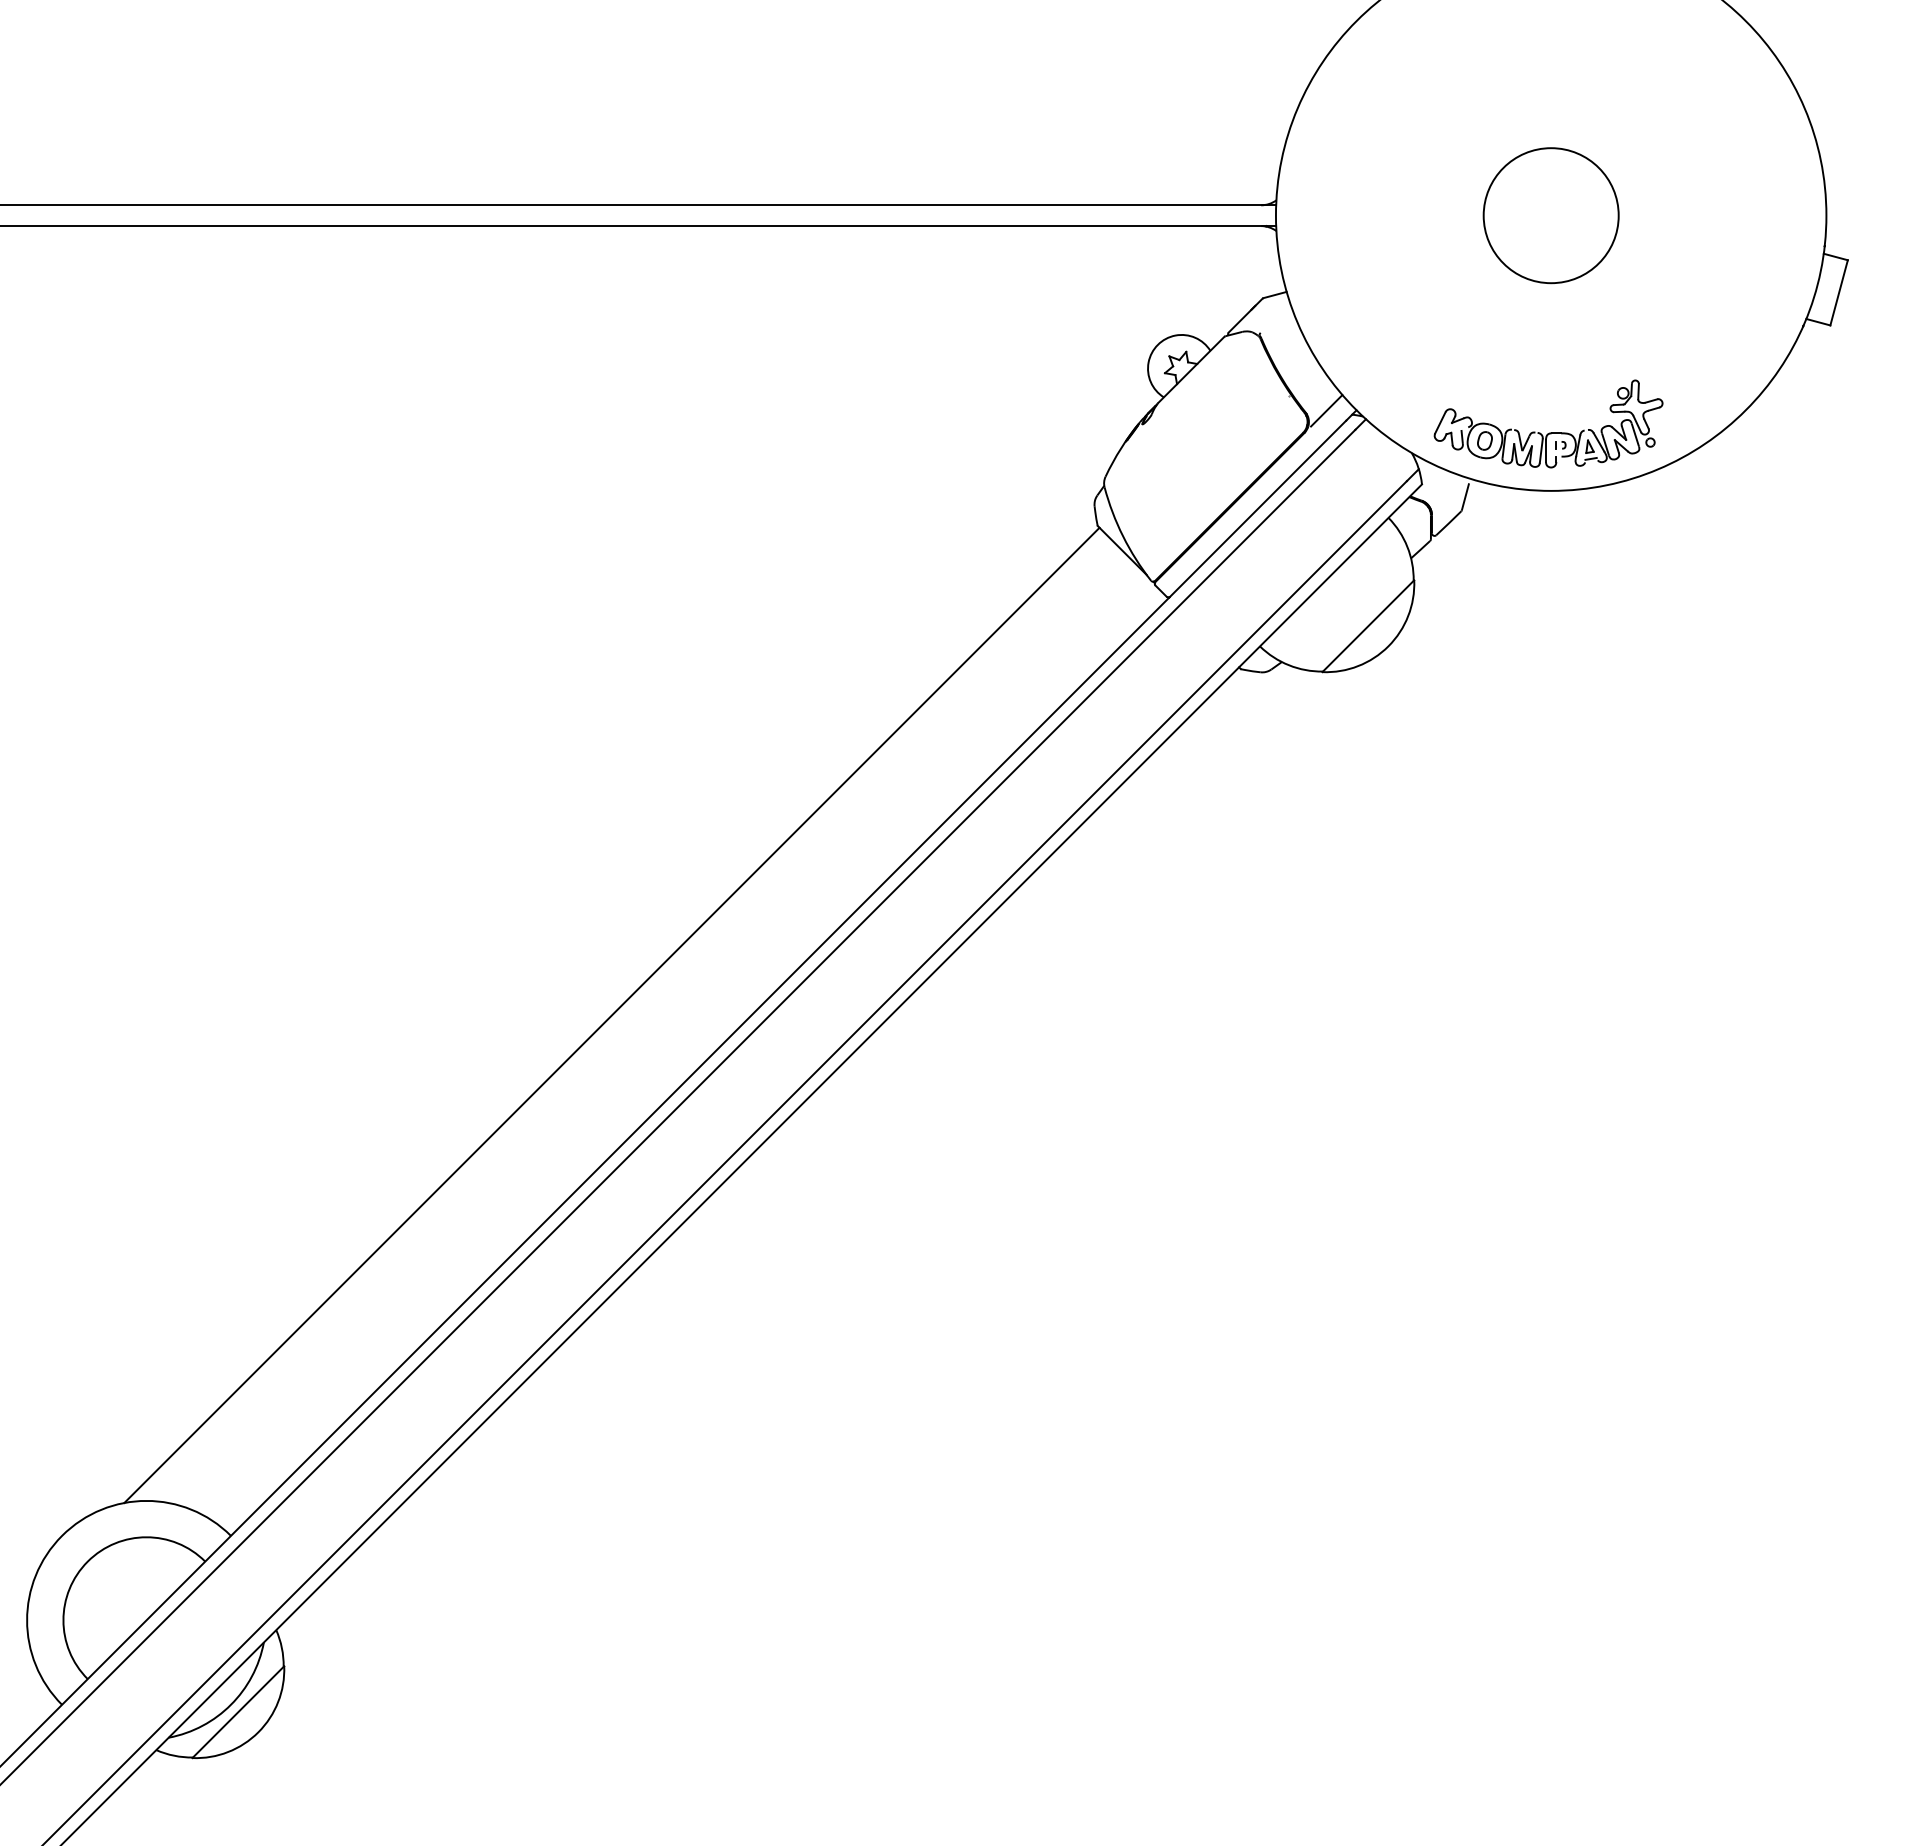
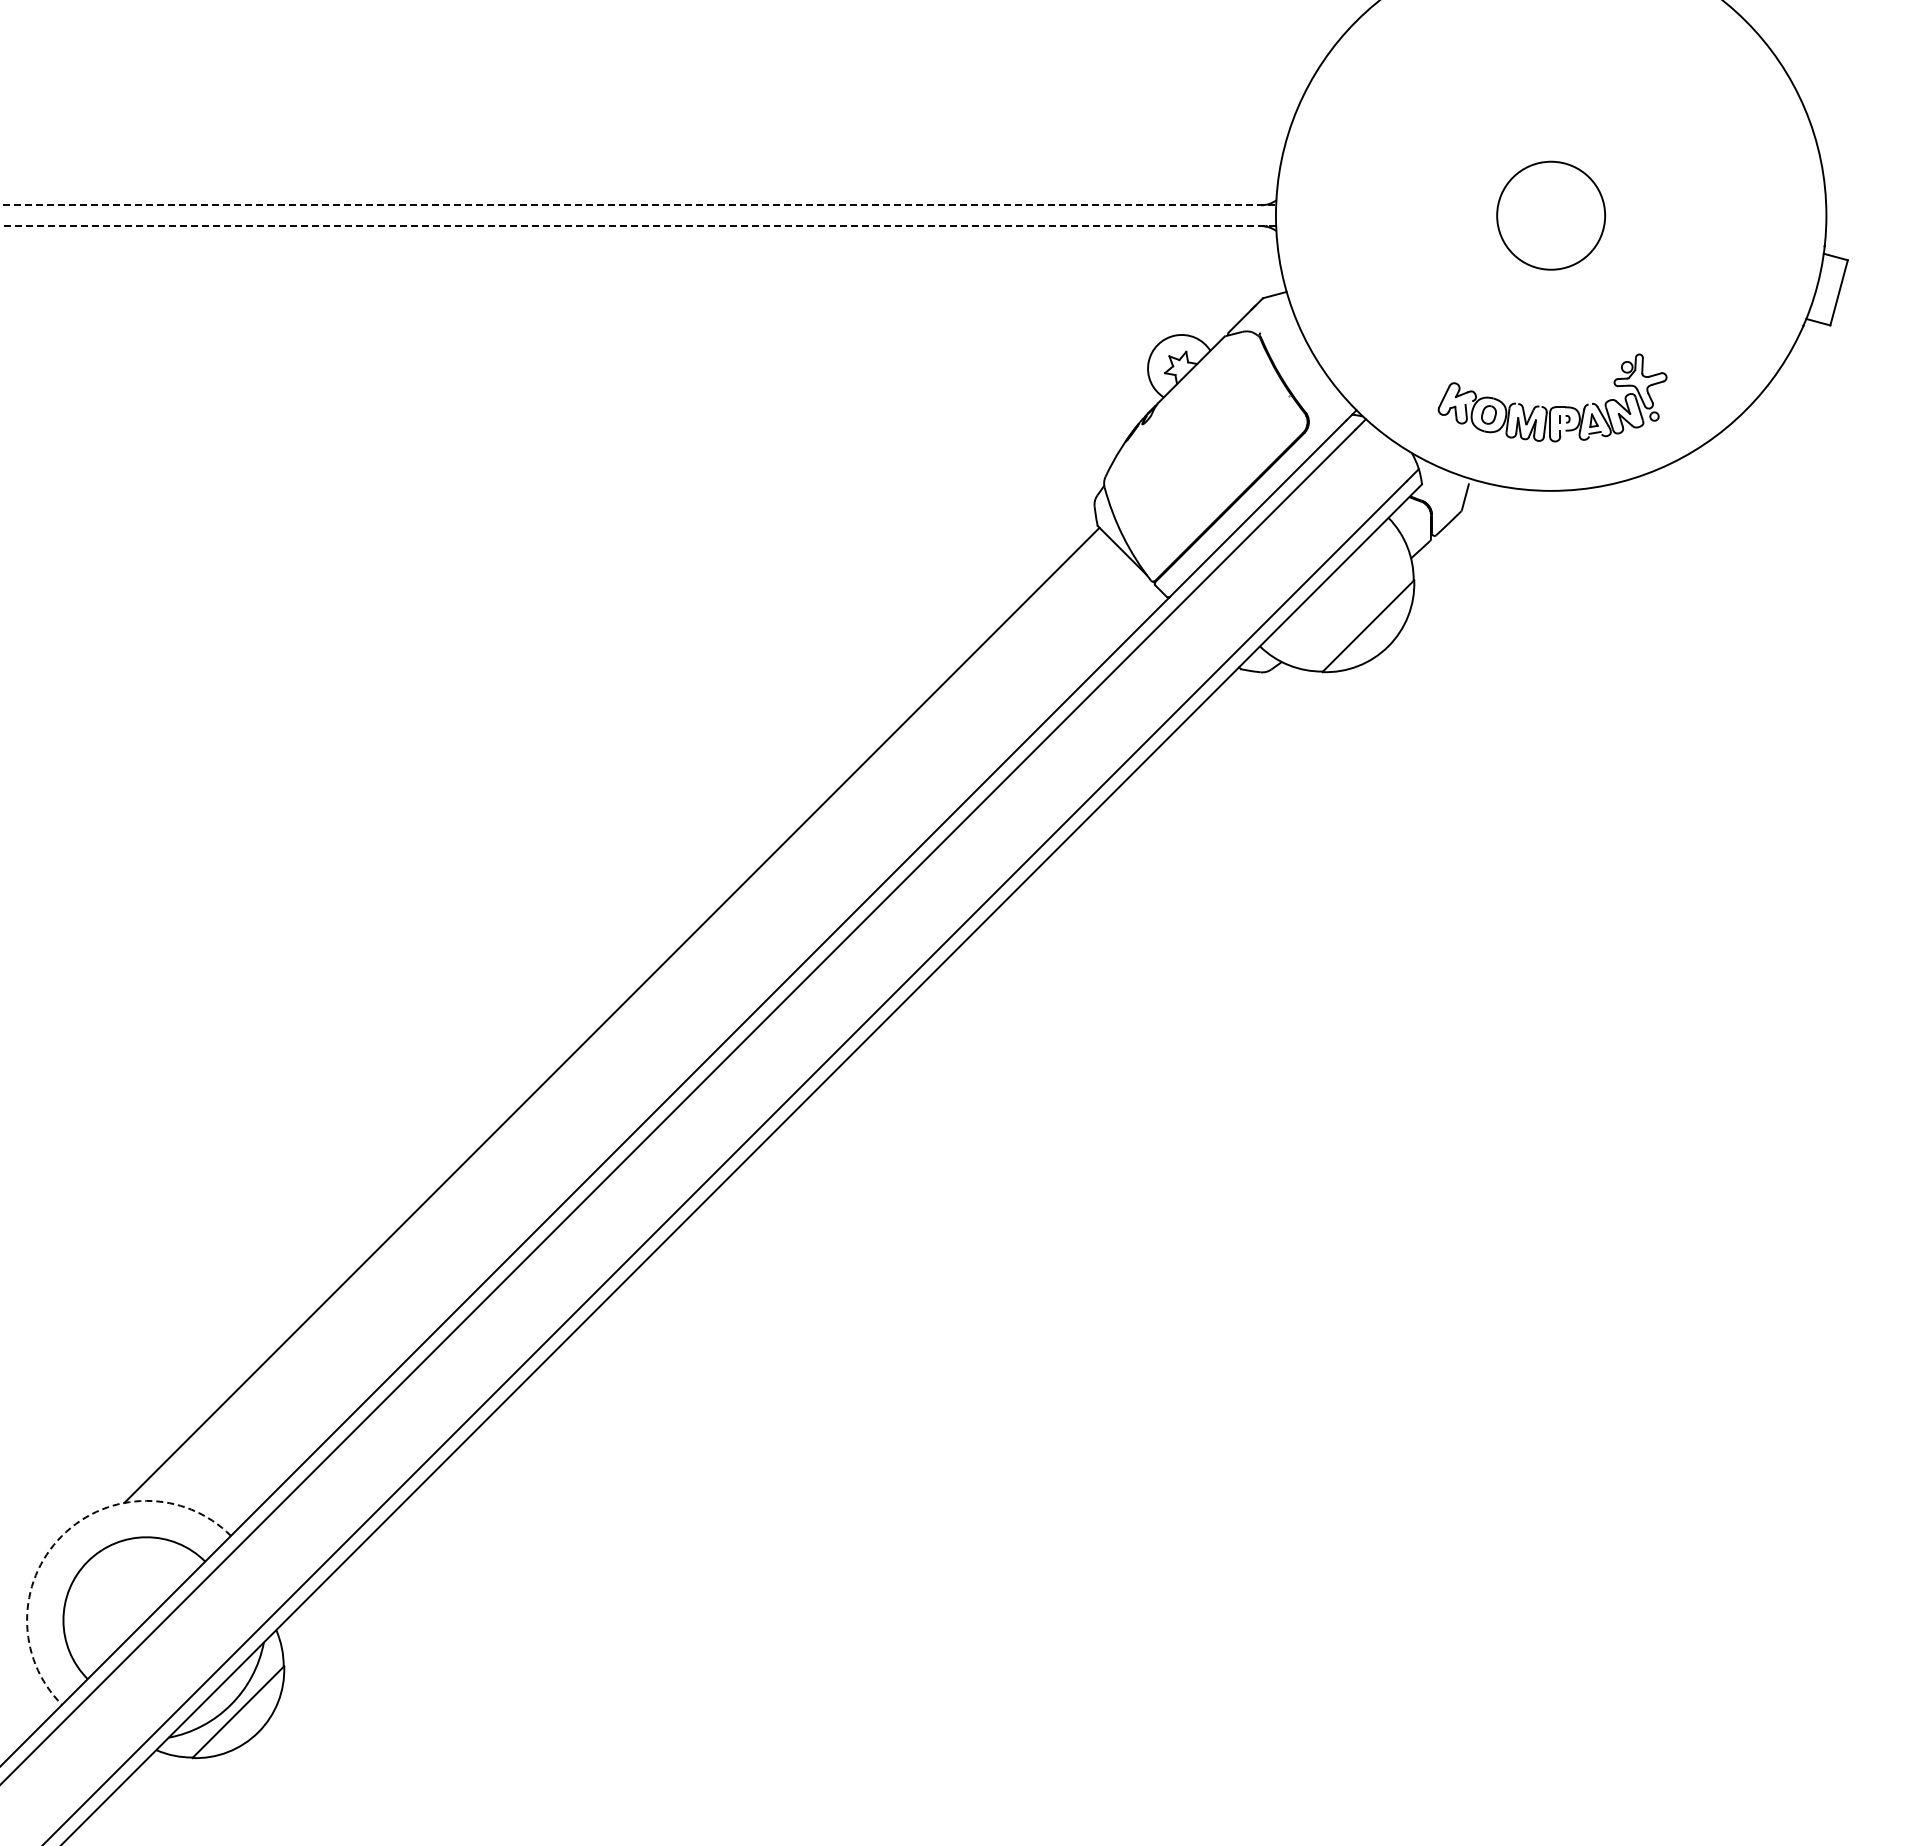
line at (638, 205): solid -> dashed
circle at (1550, 215) size: 138x138 px -> 111x111 px
line at (638, 226): solid -> dashed
line at (1326, 410): present -> none
part at (1549, 432) position: (1549, 432) -> (1553, 406)
arc at (62, 1535): solid -> dashed
